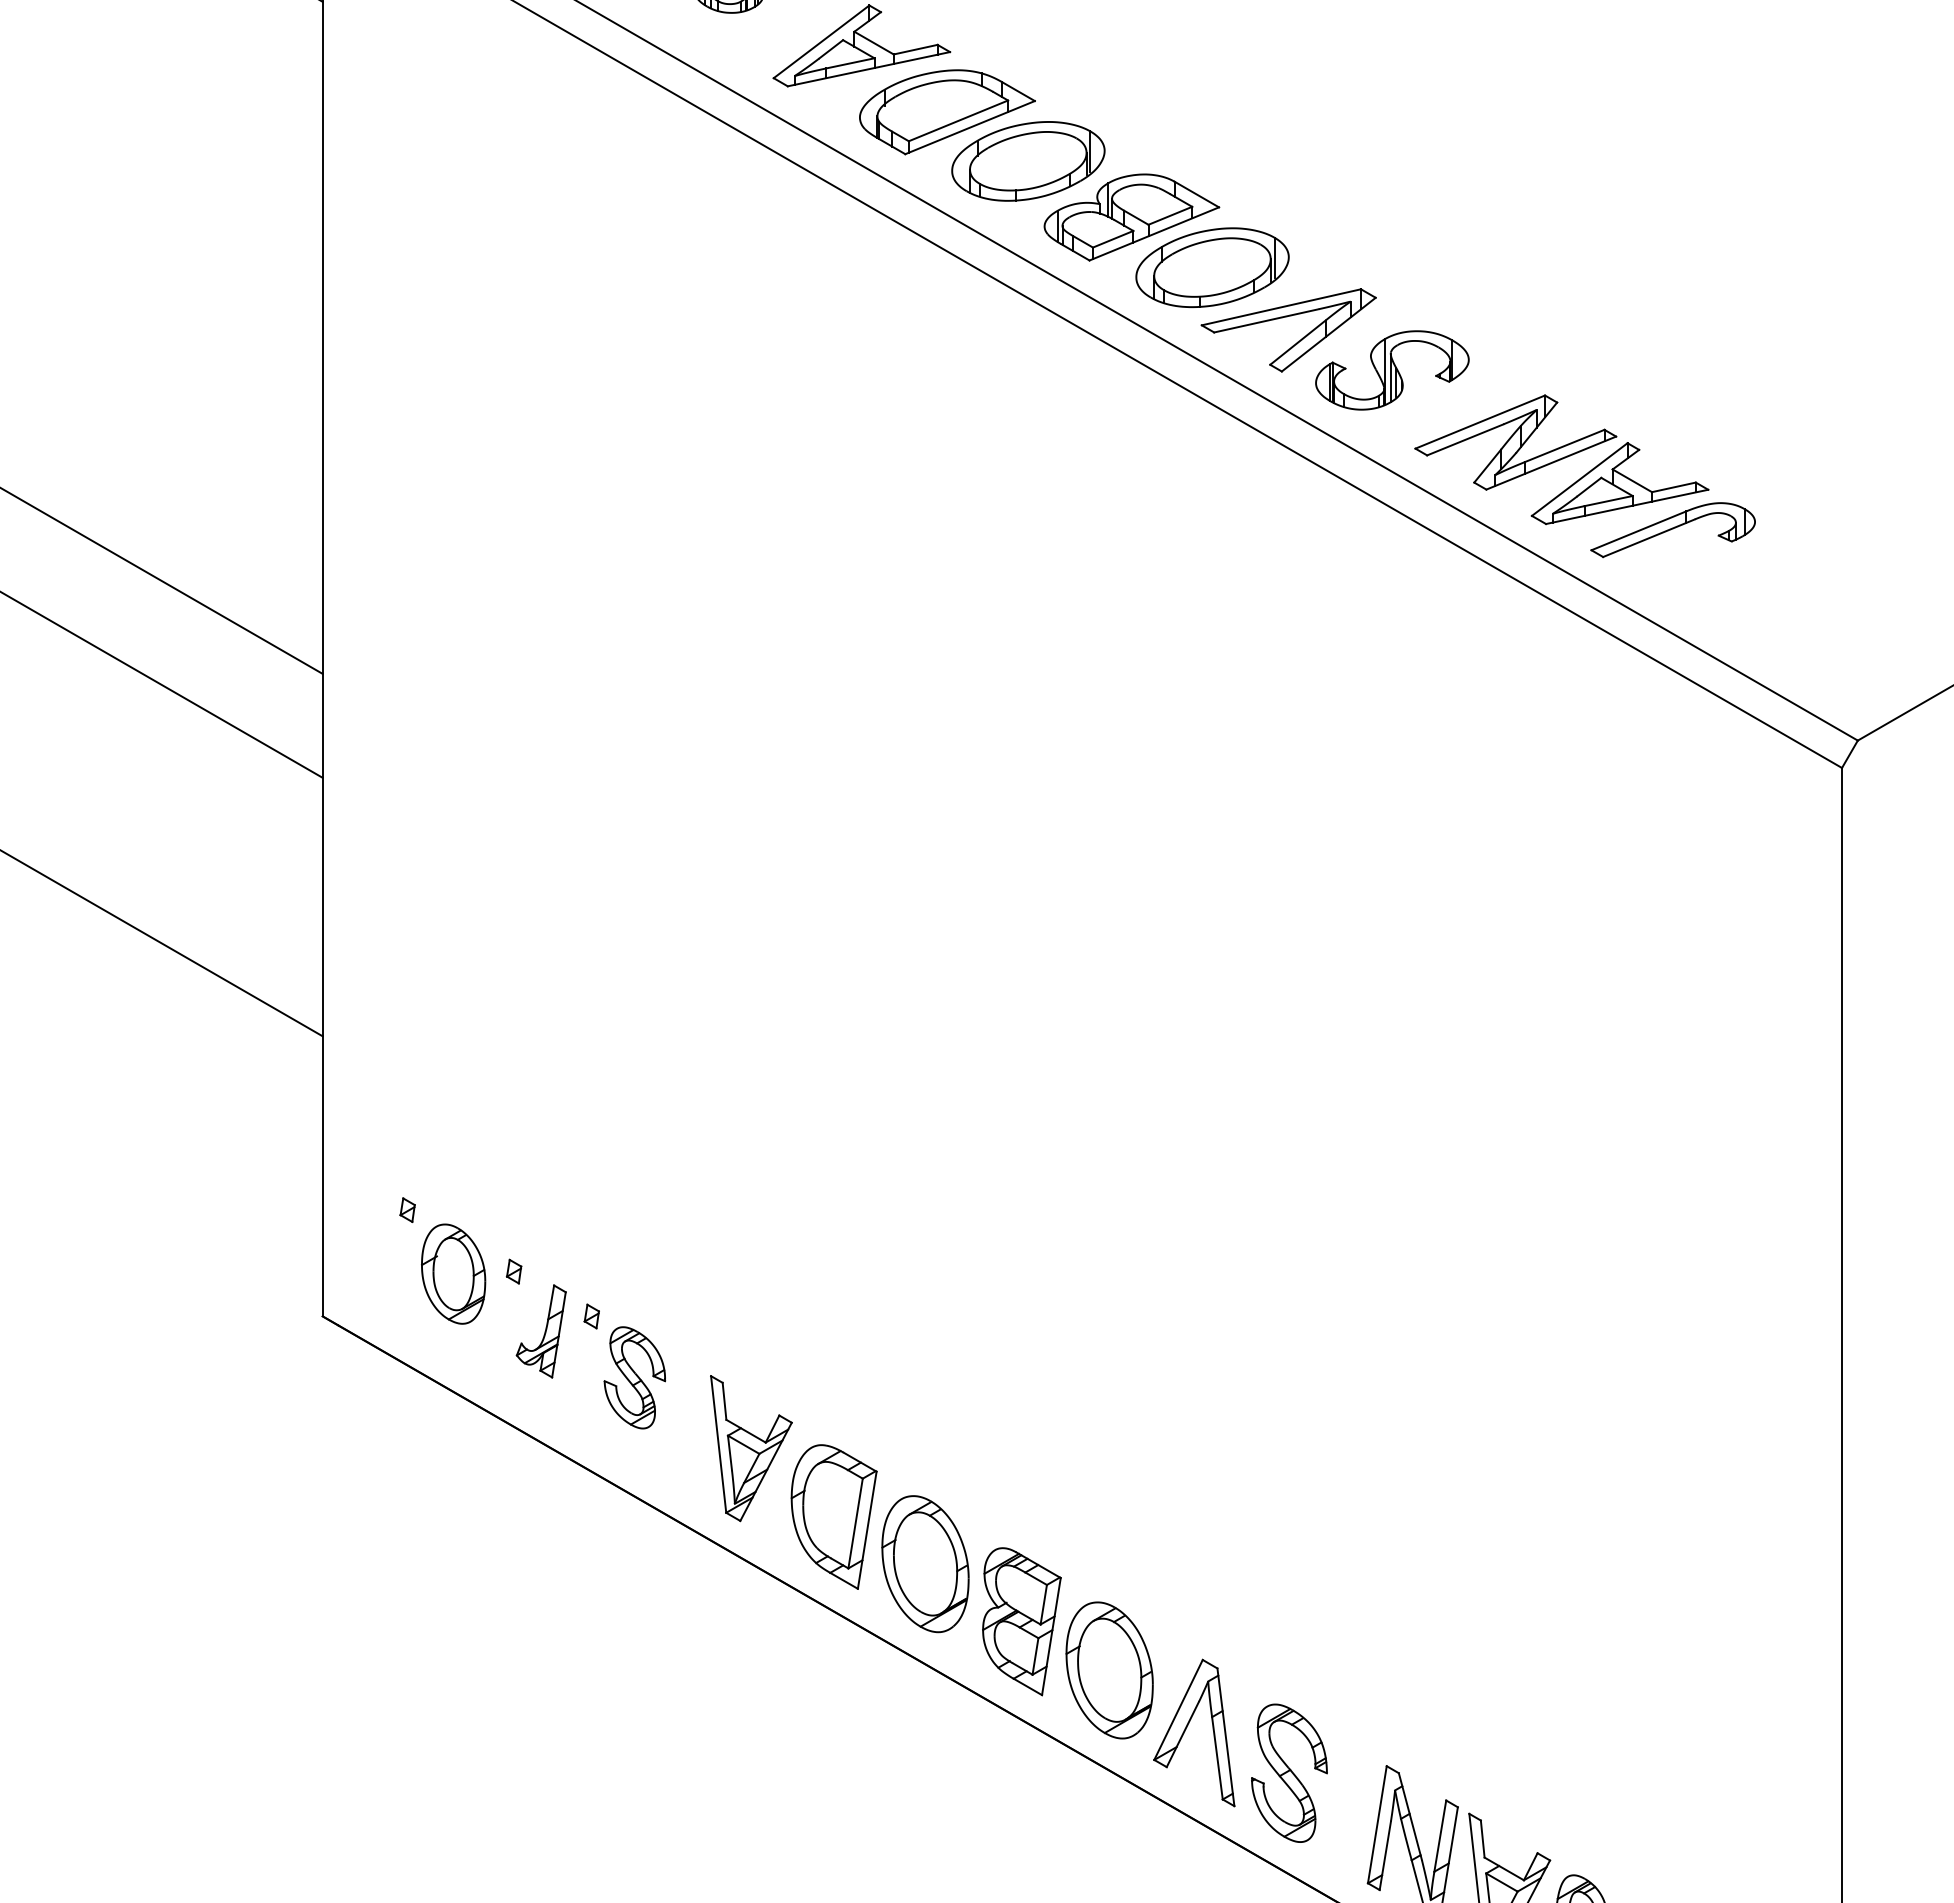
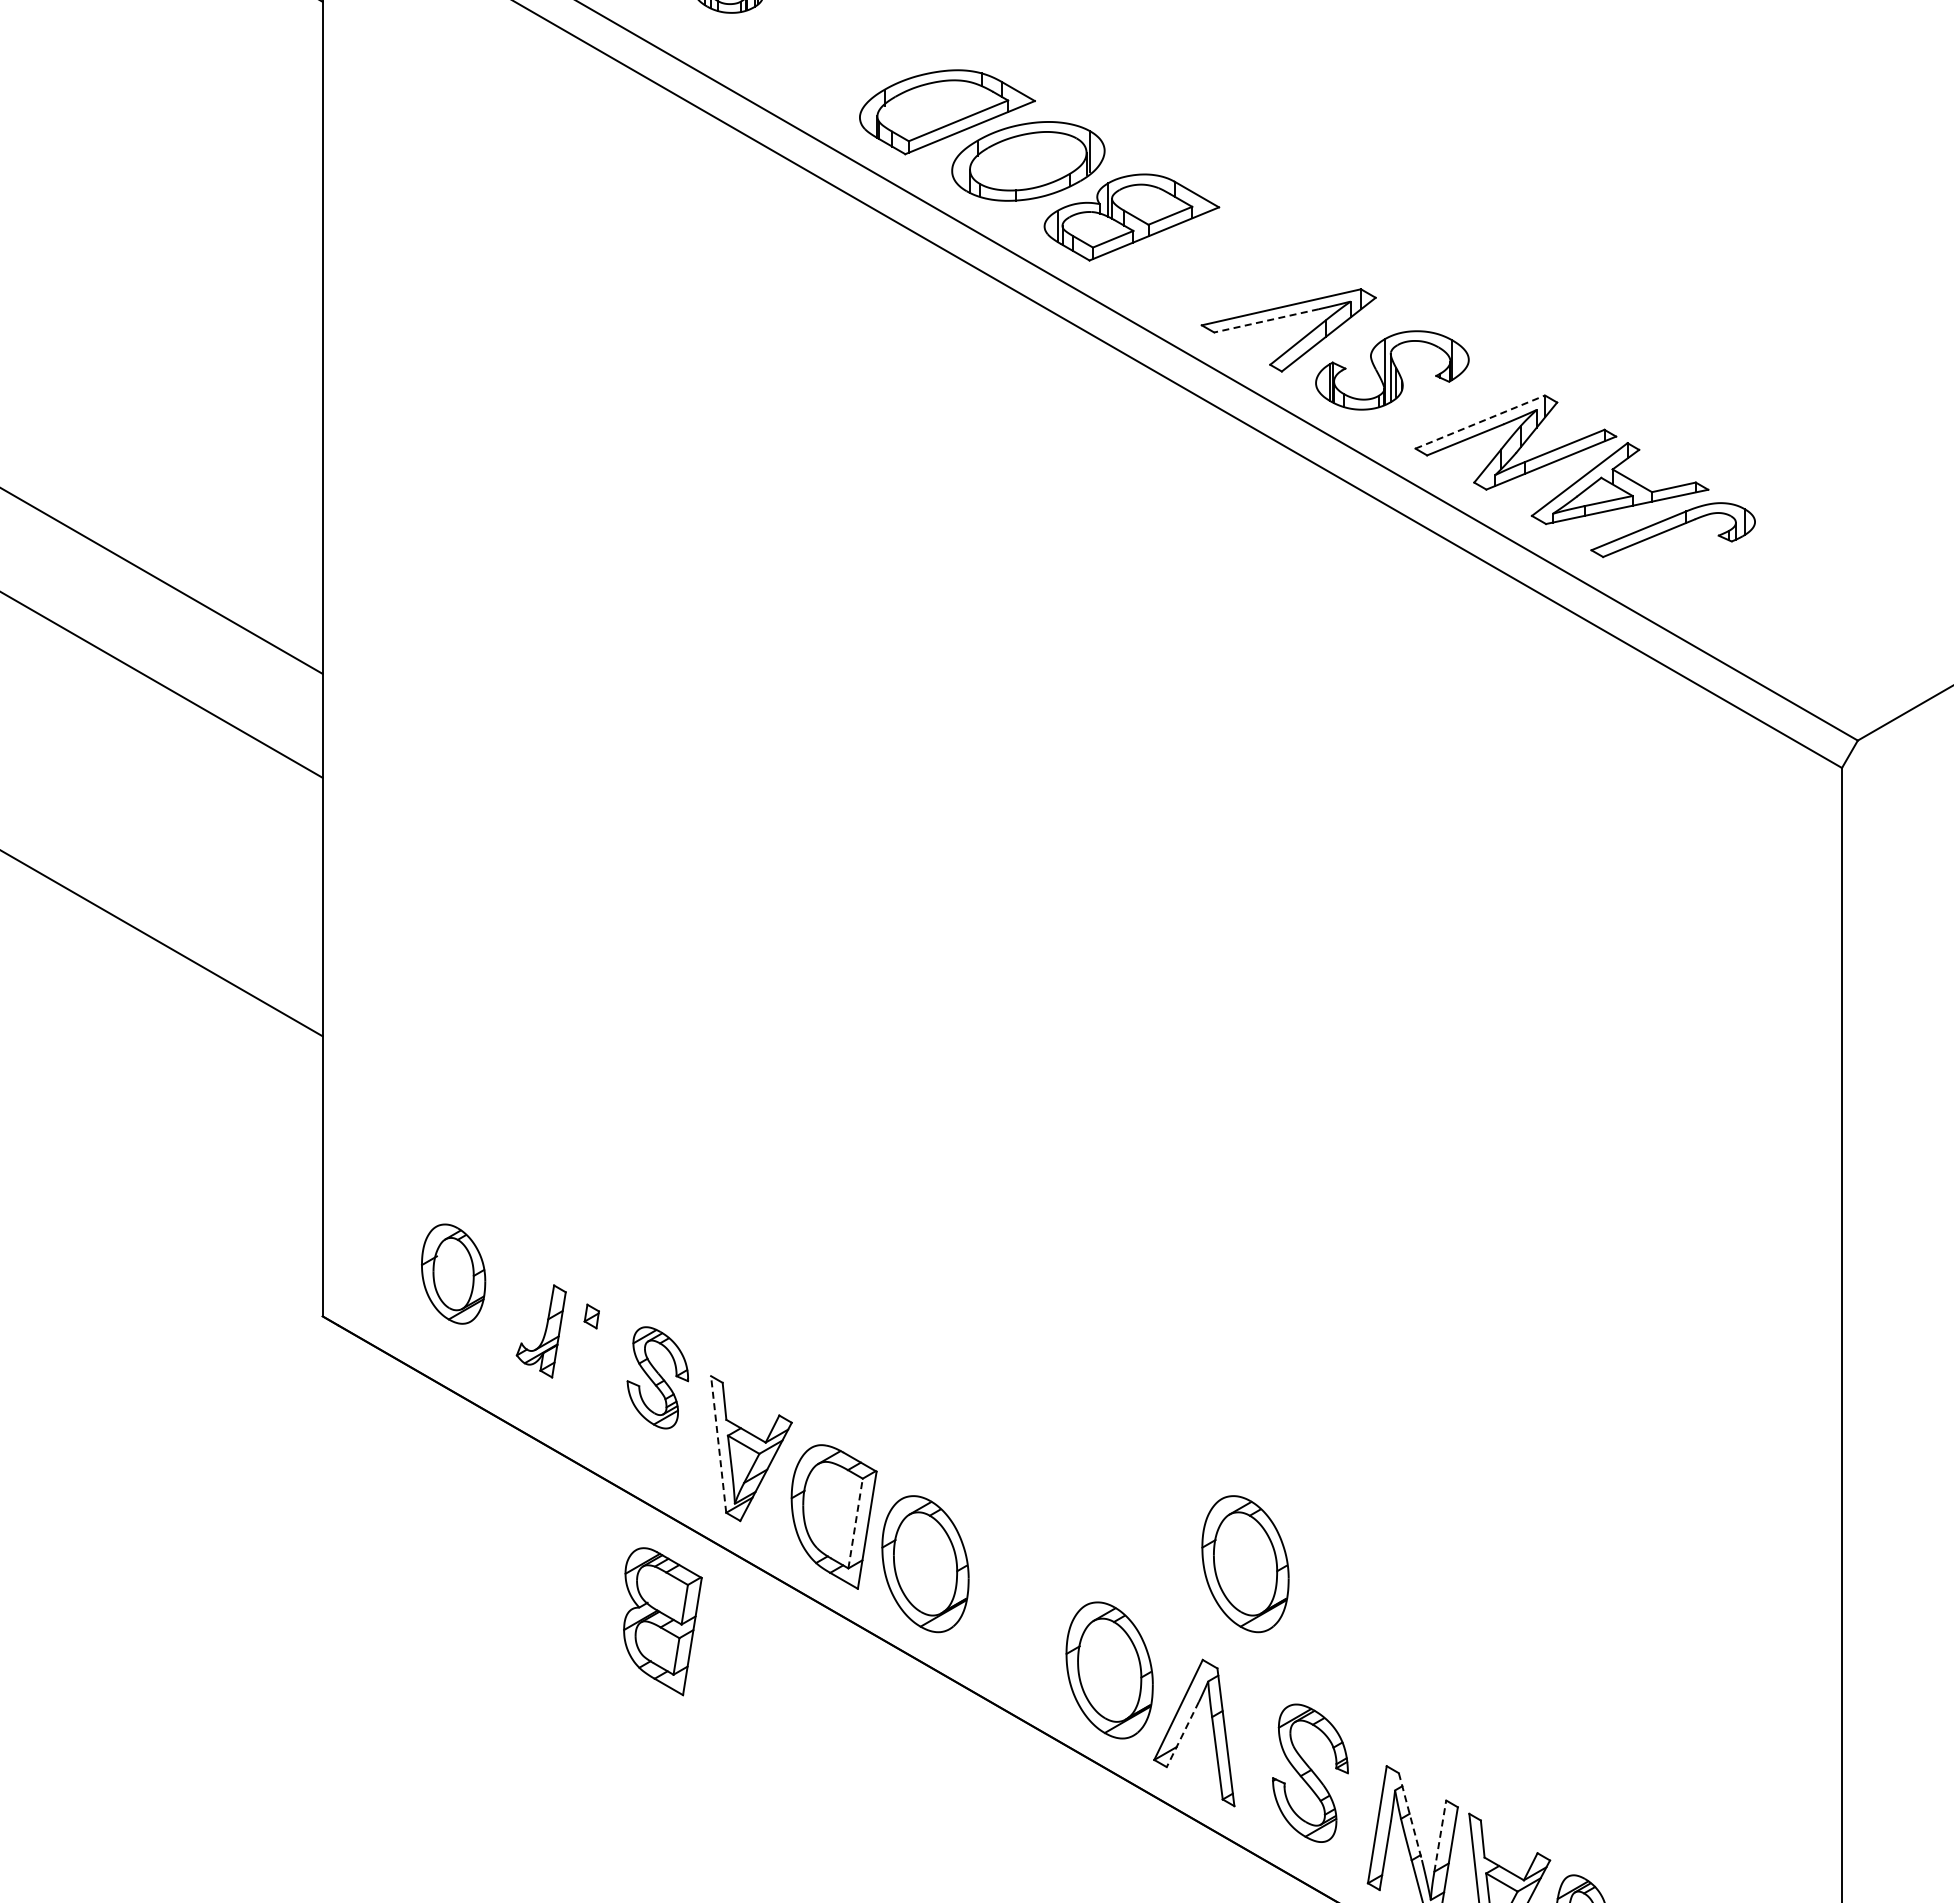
part at (861, 45): present -> none
part at (1212, 267): present -> none
line at (1266, 320): solid -> dashed
line at (1480, 421): solid -> dashed
part at (407, 1209): present -> none
part at (513, 1271): present -> none
part at (634, 1377) position: (634, 1377) -> (657, 1377)
line at (718, 1444): solid -> dashed
line at (855, 1523): solid -> dashed
part at (1245, 1564): none -> present
part at (1021, 1621) position: (1021, 1621) -> (662, 1621)
line at (1182, 1735): solid -> dashed
part at (1289, 1772) position: (1289, 1772) -> (1310, 1772)
line at (1410, 1816): solid -> dashed
line at (1440, 1835): solid -> dashed
